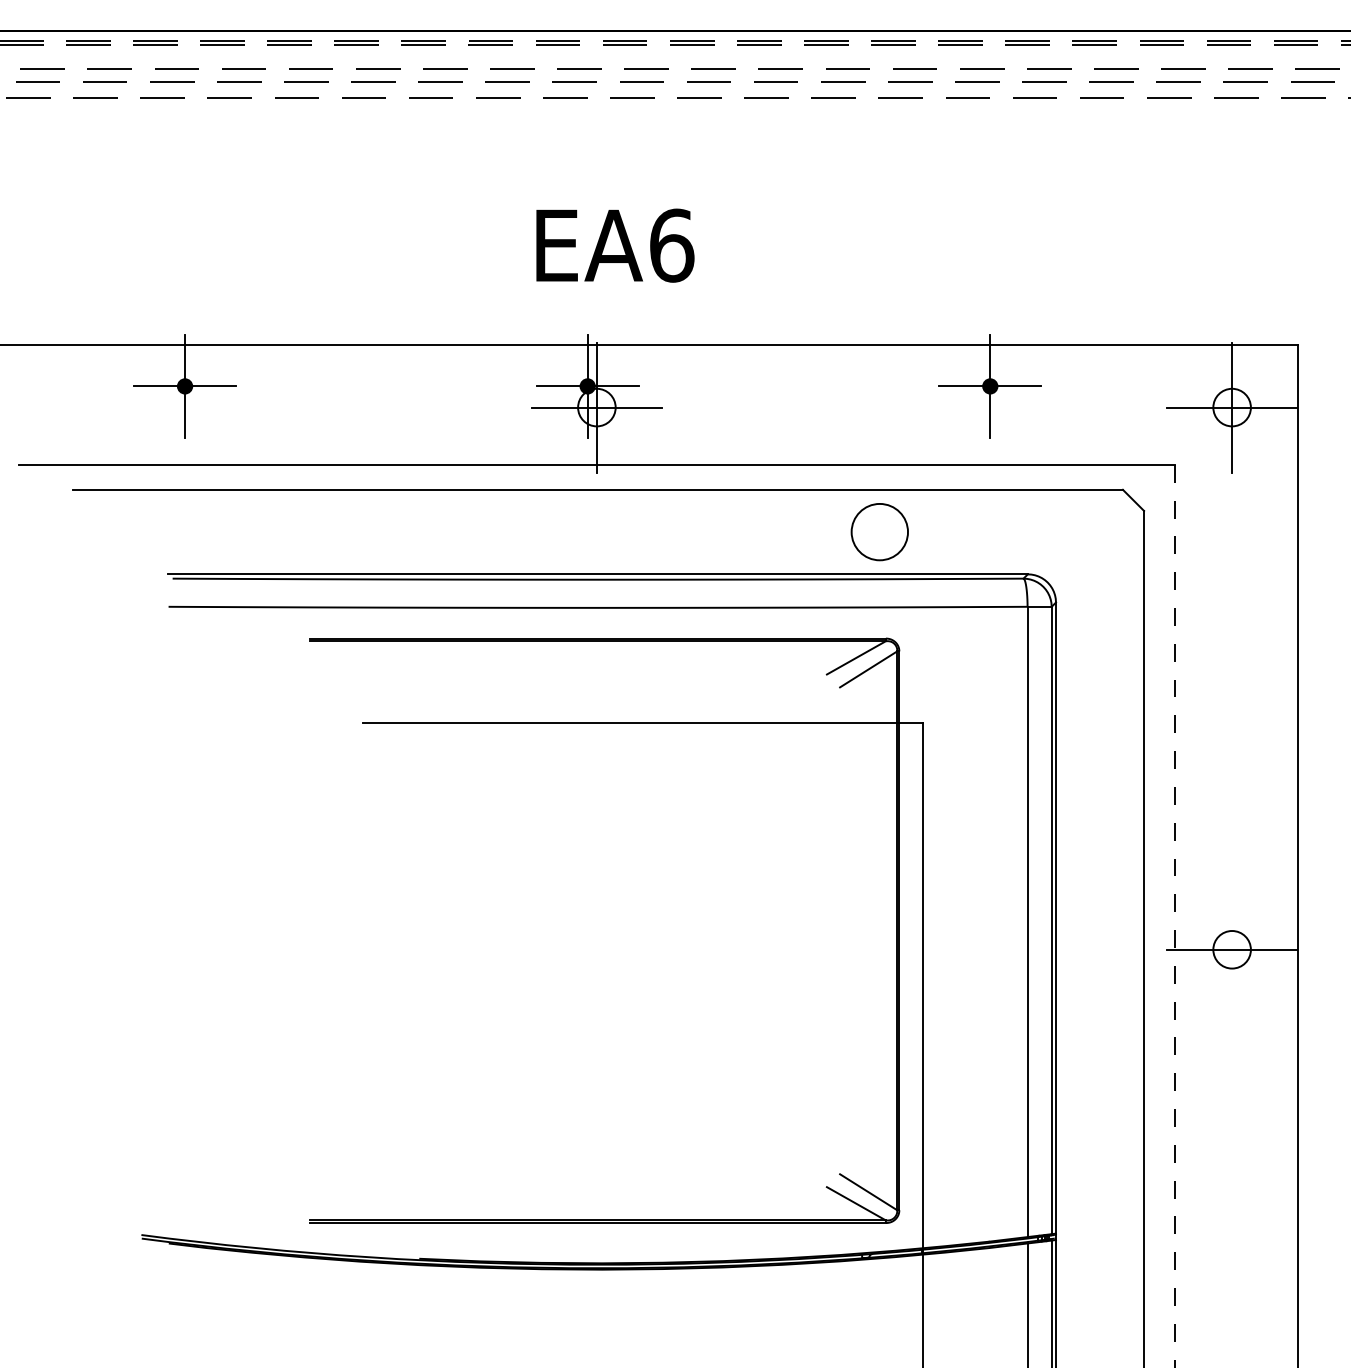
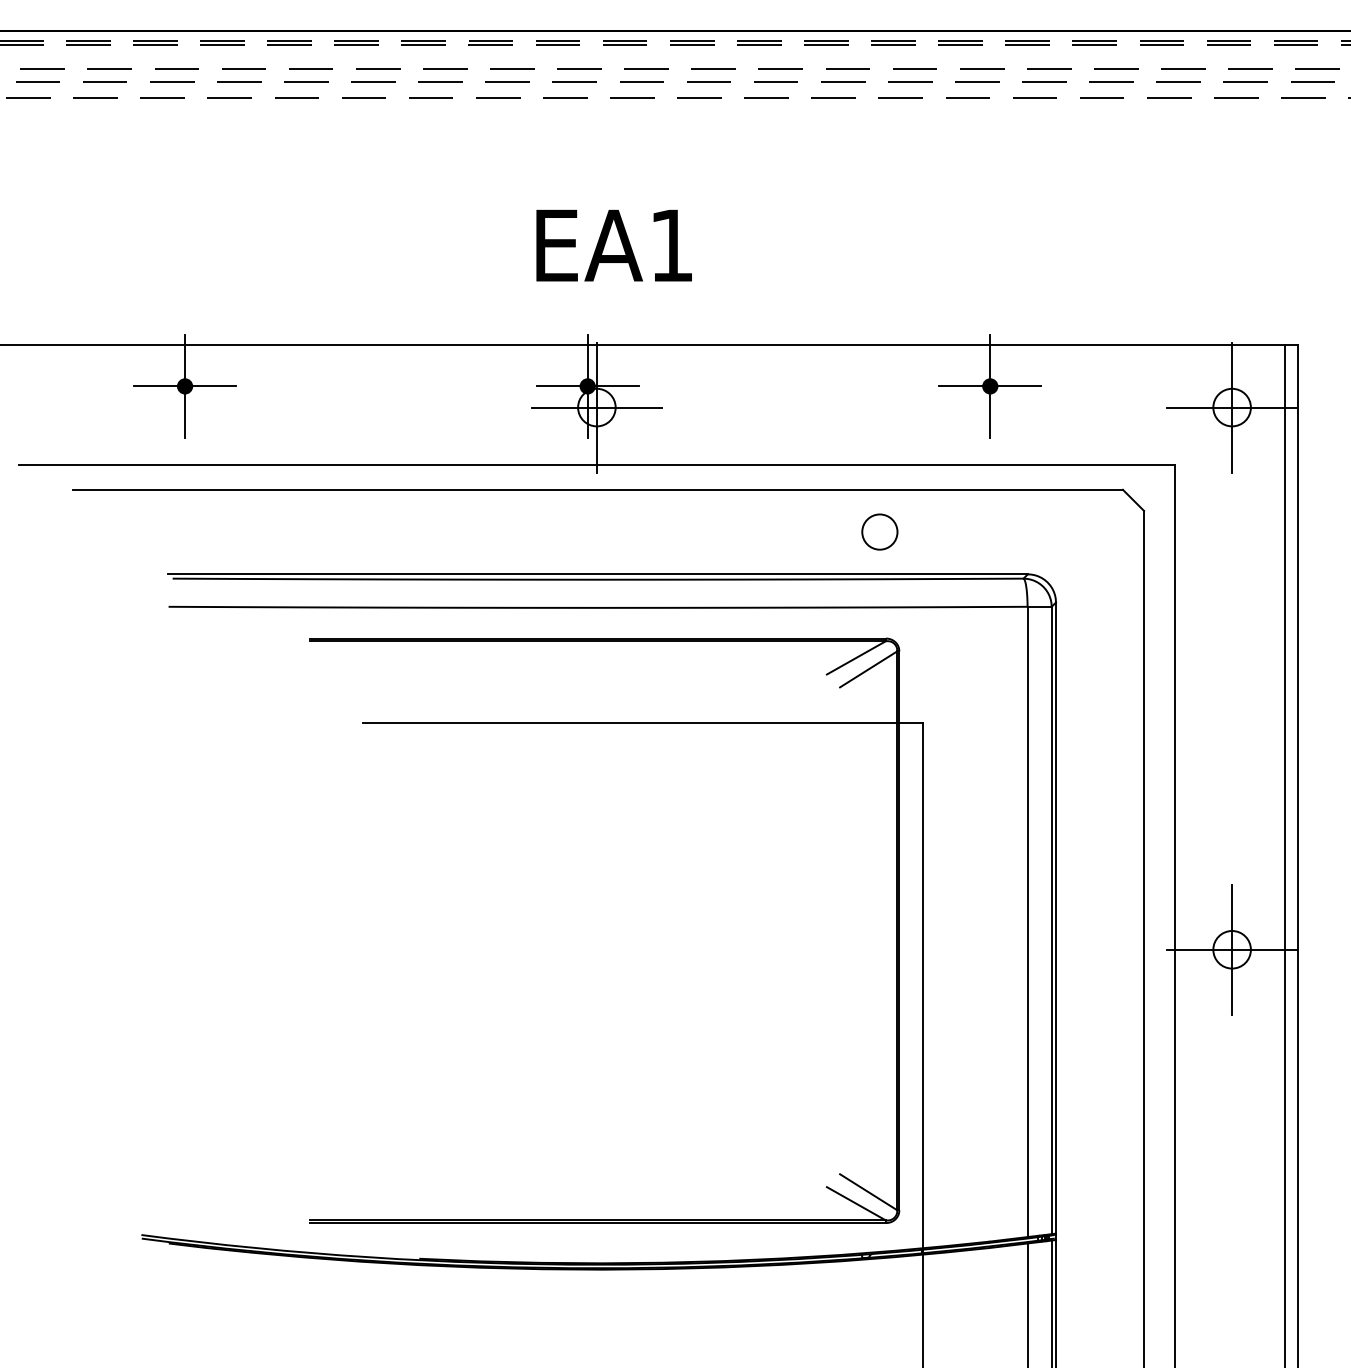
text at (672, 245): EA6 -> EA1
circle at (879, 532) size: 59x59 px -> 38x38 px
line at (1284, 854): none -> present
line at (1174, 916): dashed -> solid
line at (1232, 949): none -> present
